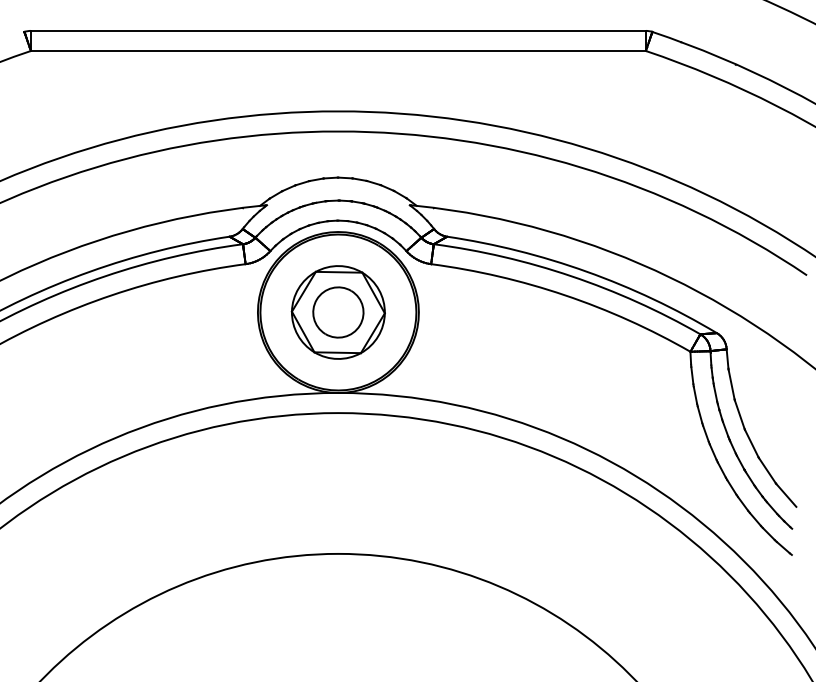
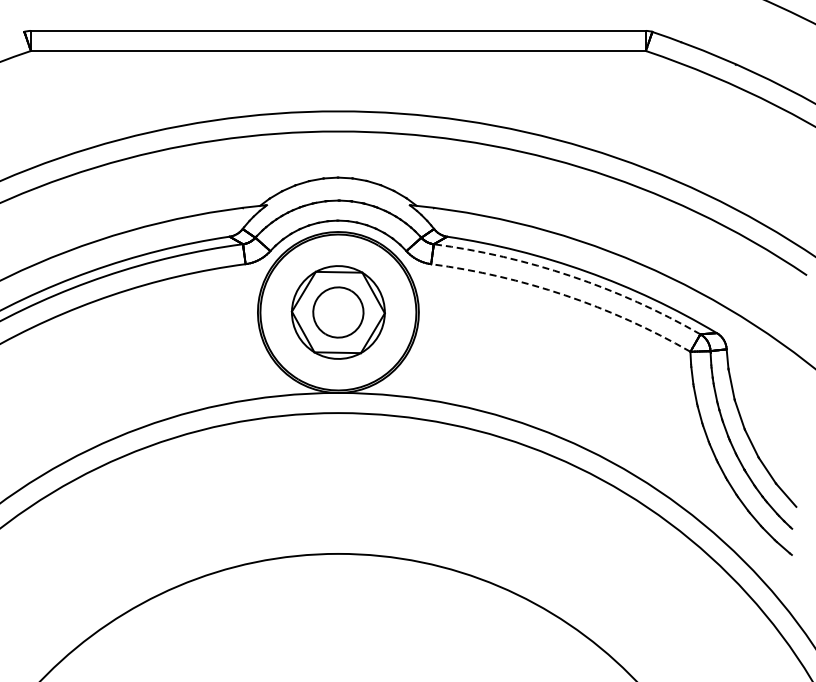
arc at (571, 276): solid -> dashed
arc at (565, 295): solid -> dashed
